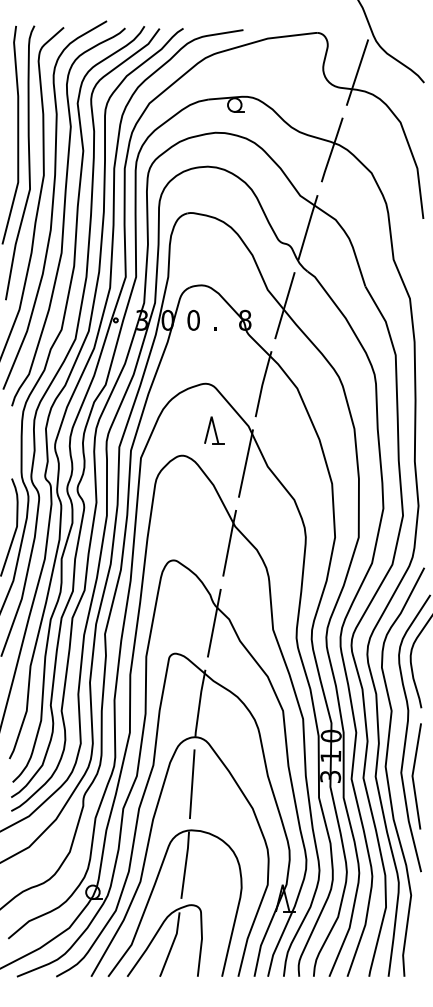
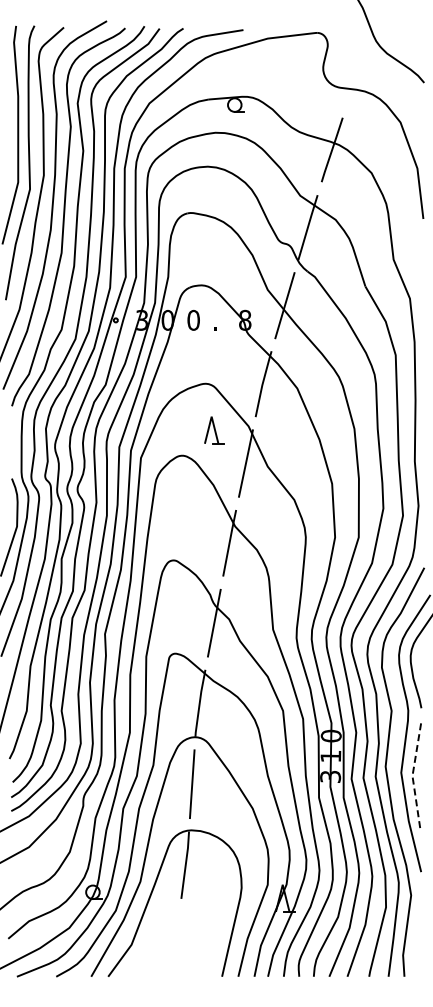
line at (357, 72): present -> none
line at (412, 776): solid -> dashed
part at (172, 941): present -> none
